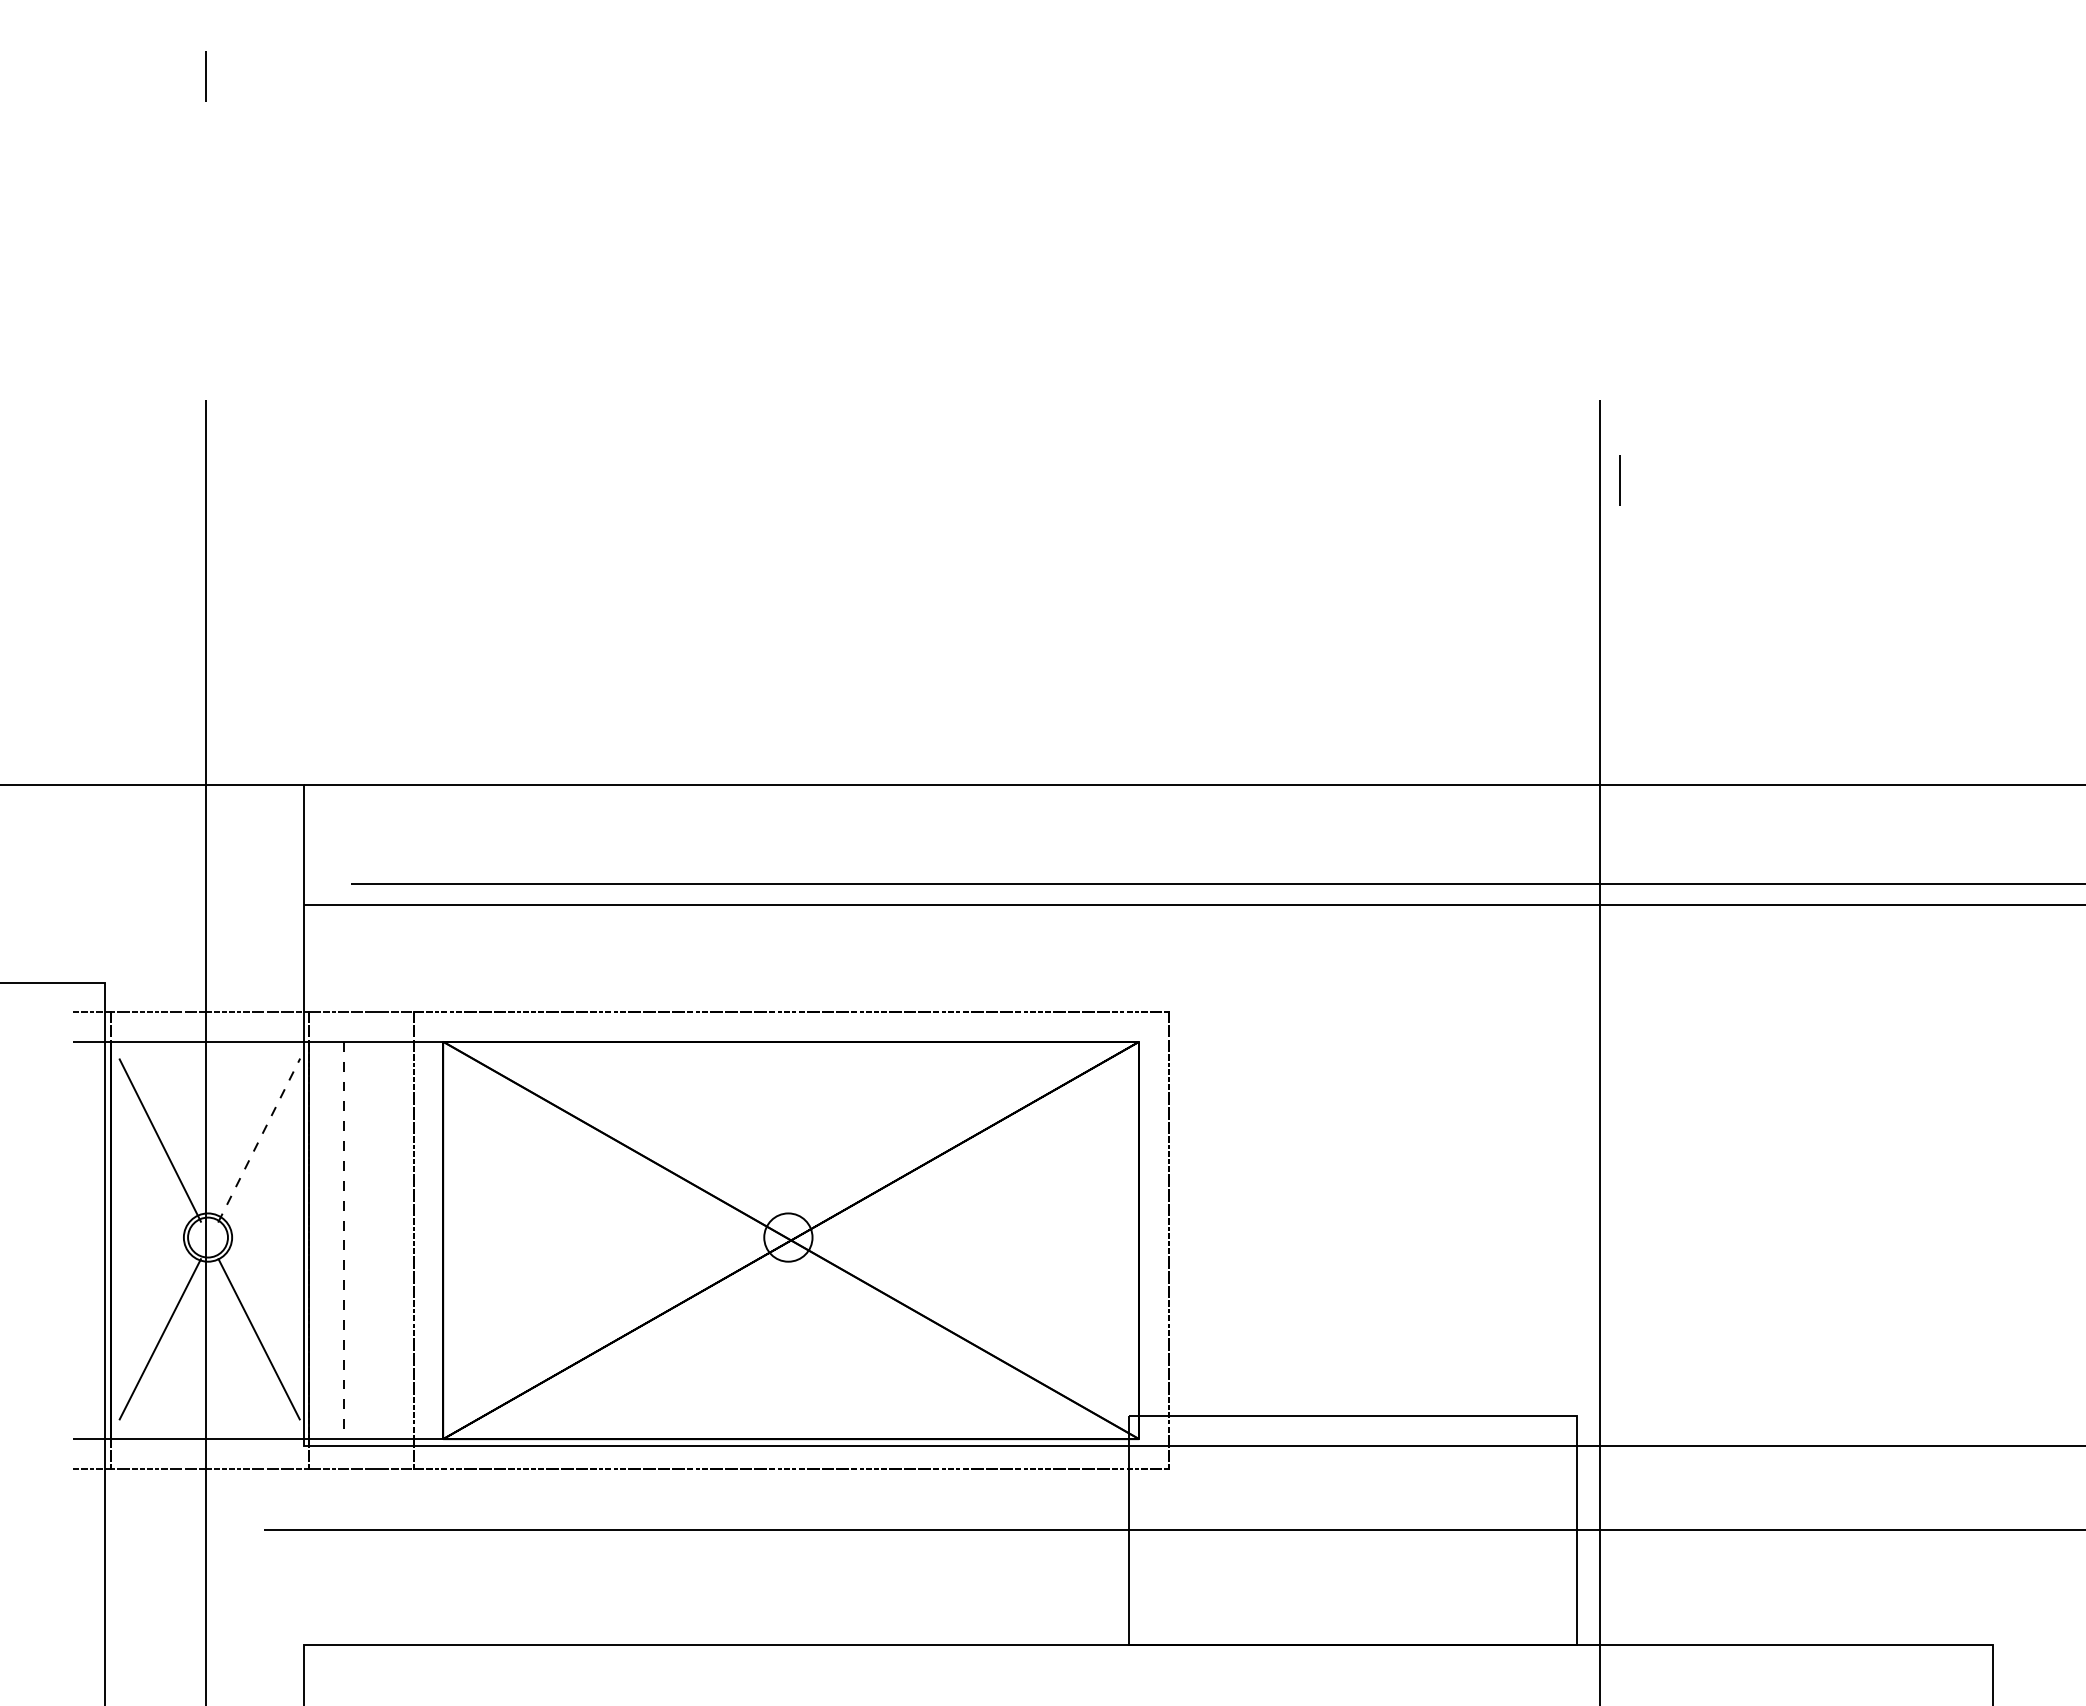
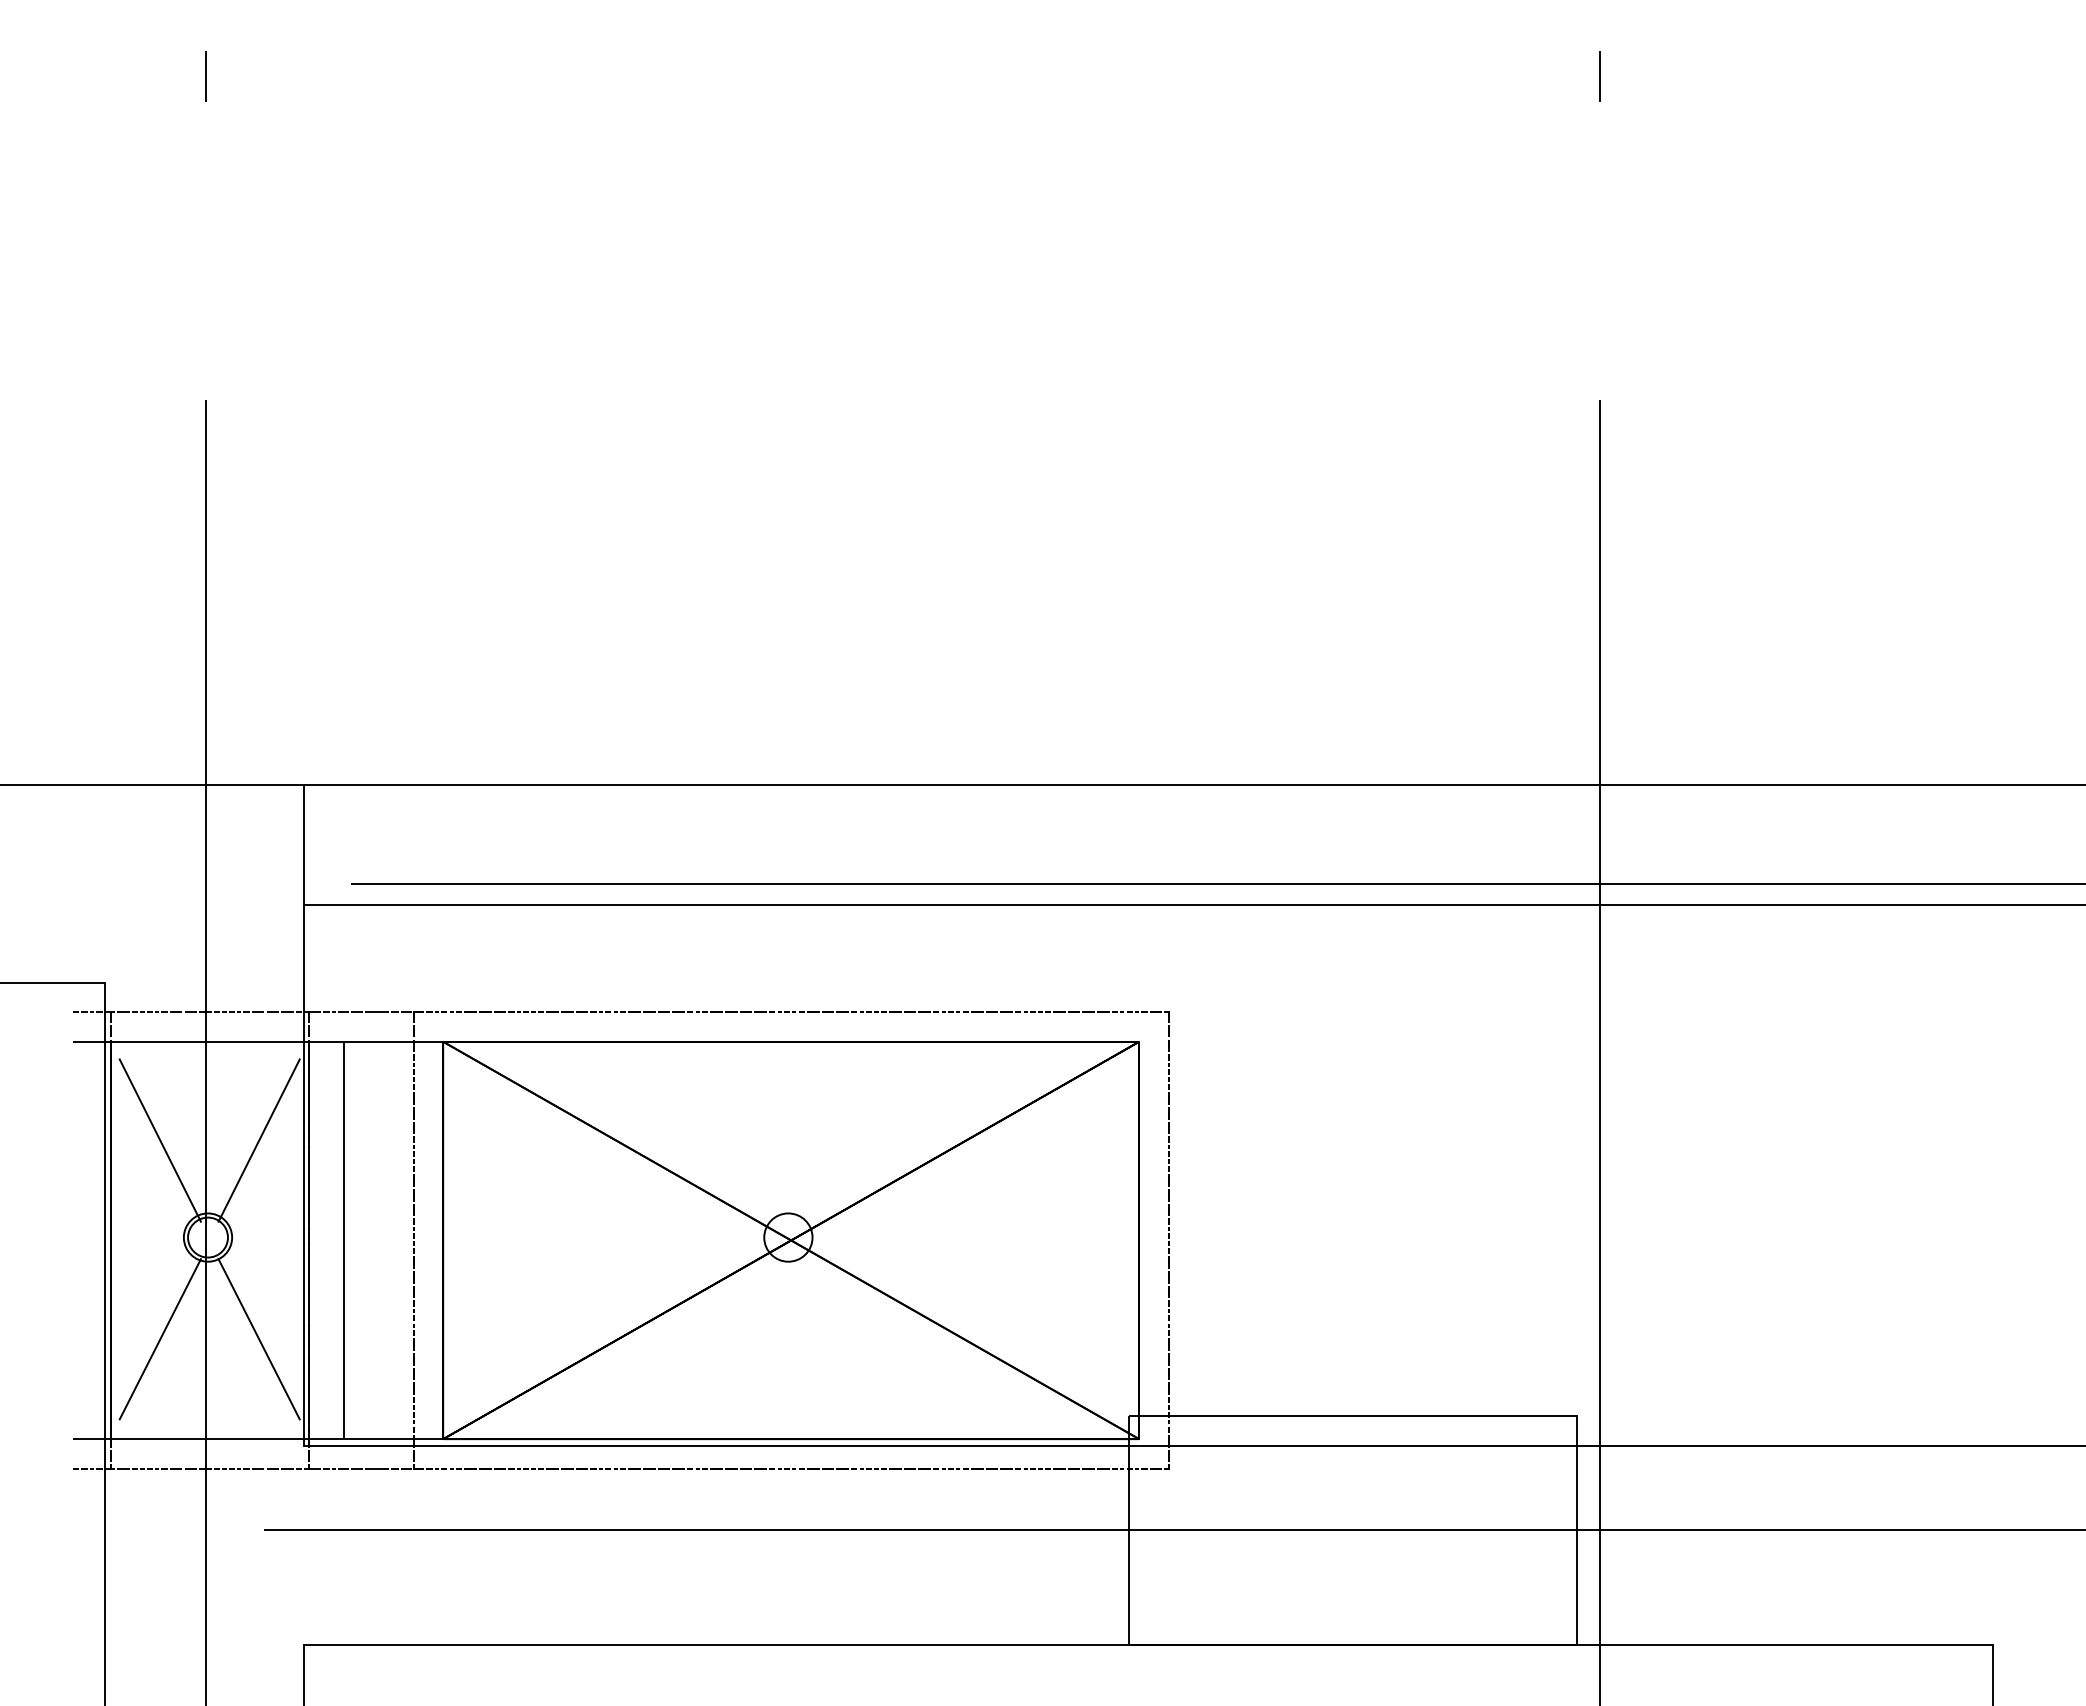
line at (1619, 480) position: (1619, 480) -> (1599, 76)
line at (259, 1140): dashed -> solid
line at (344, 1240): dashed -> solid
